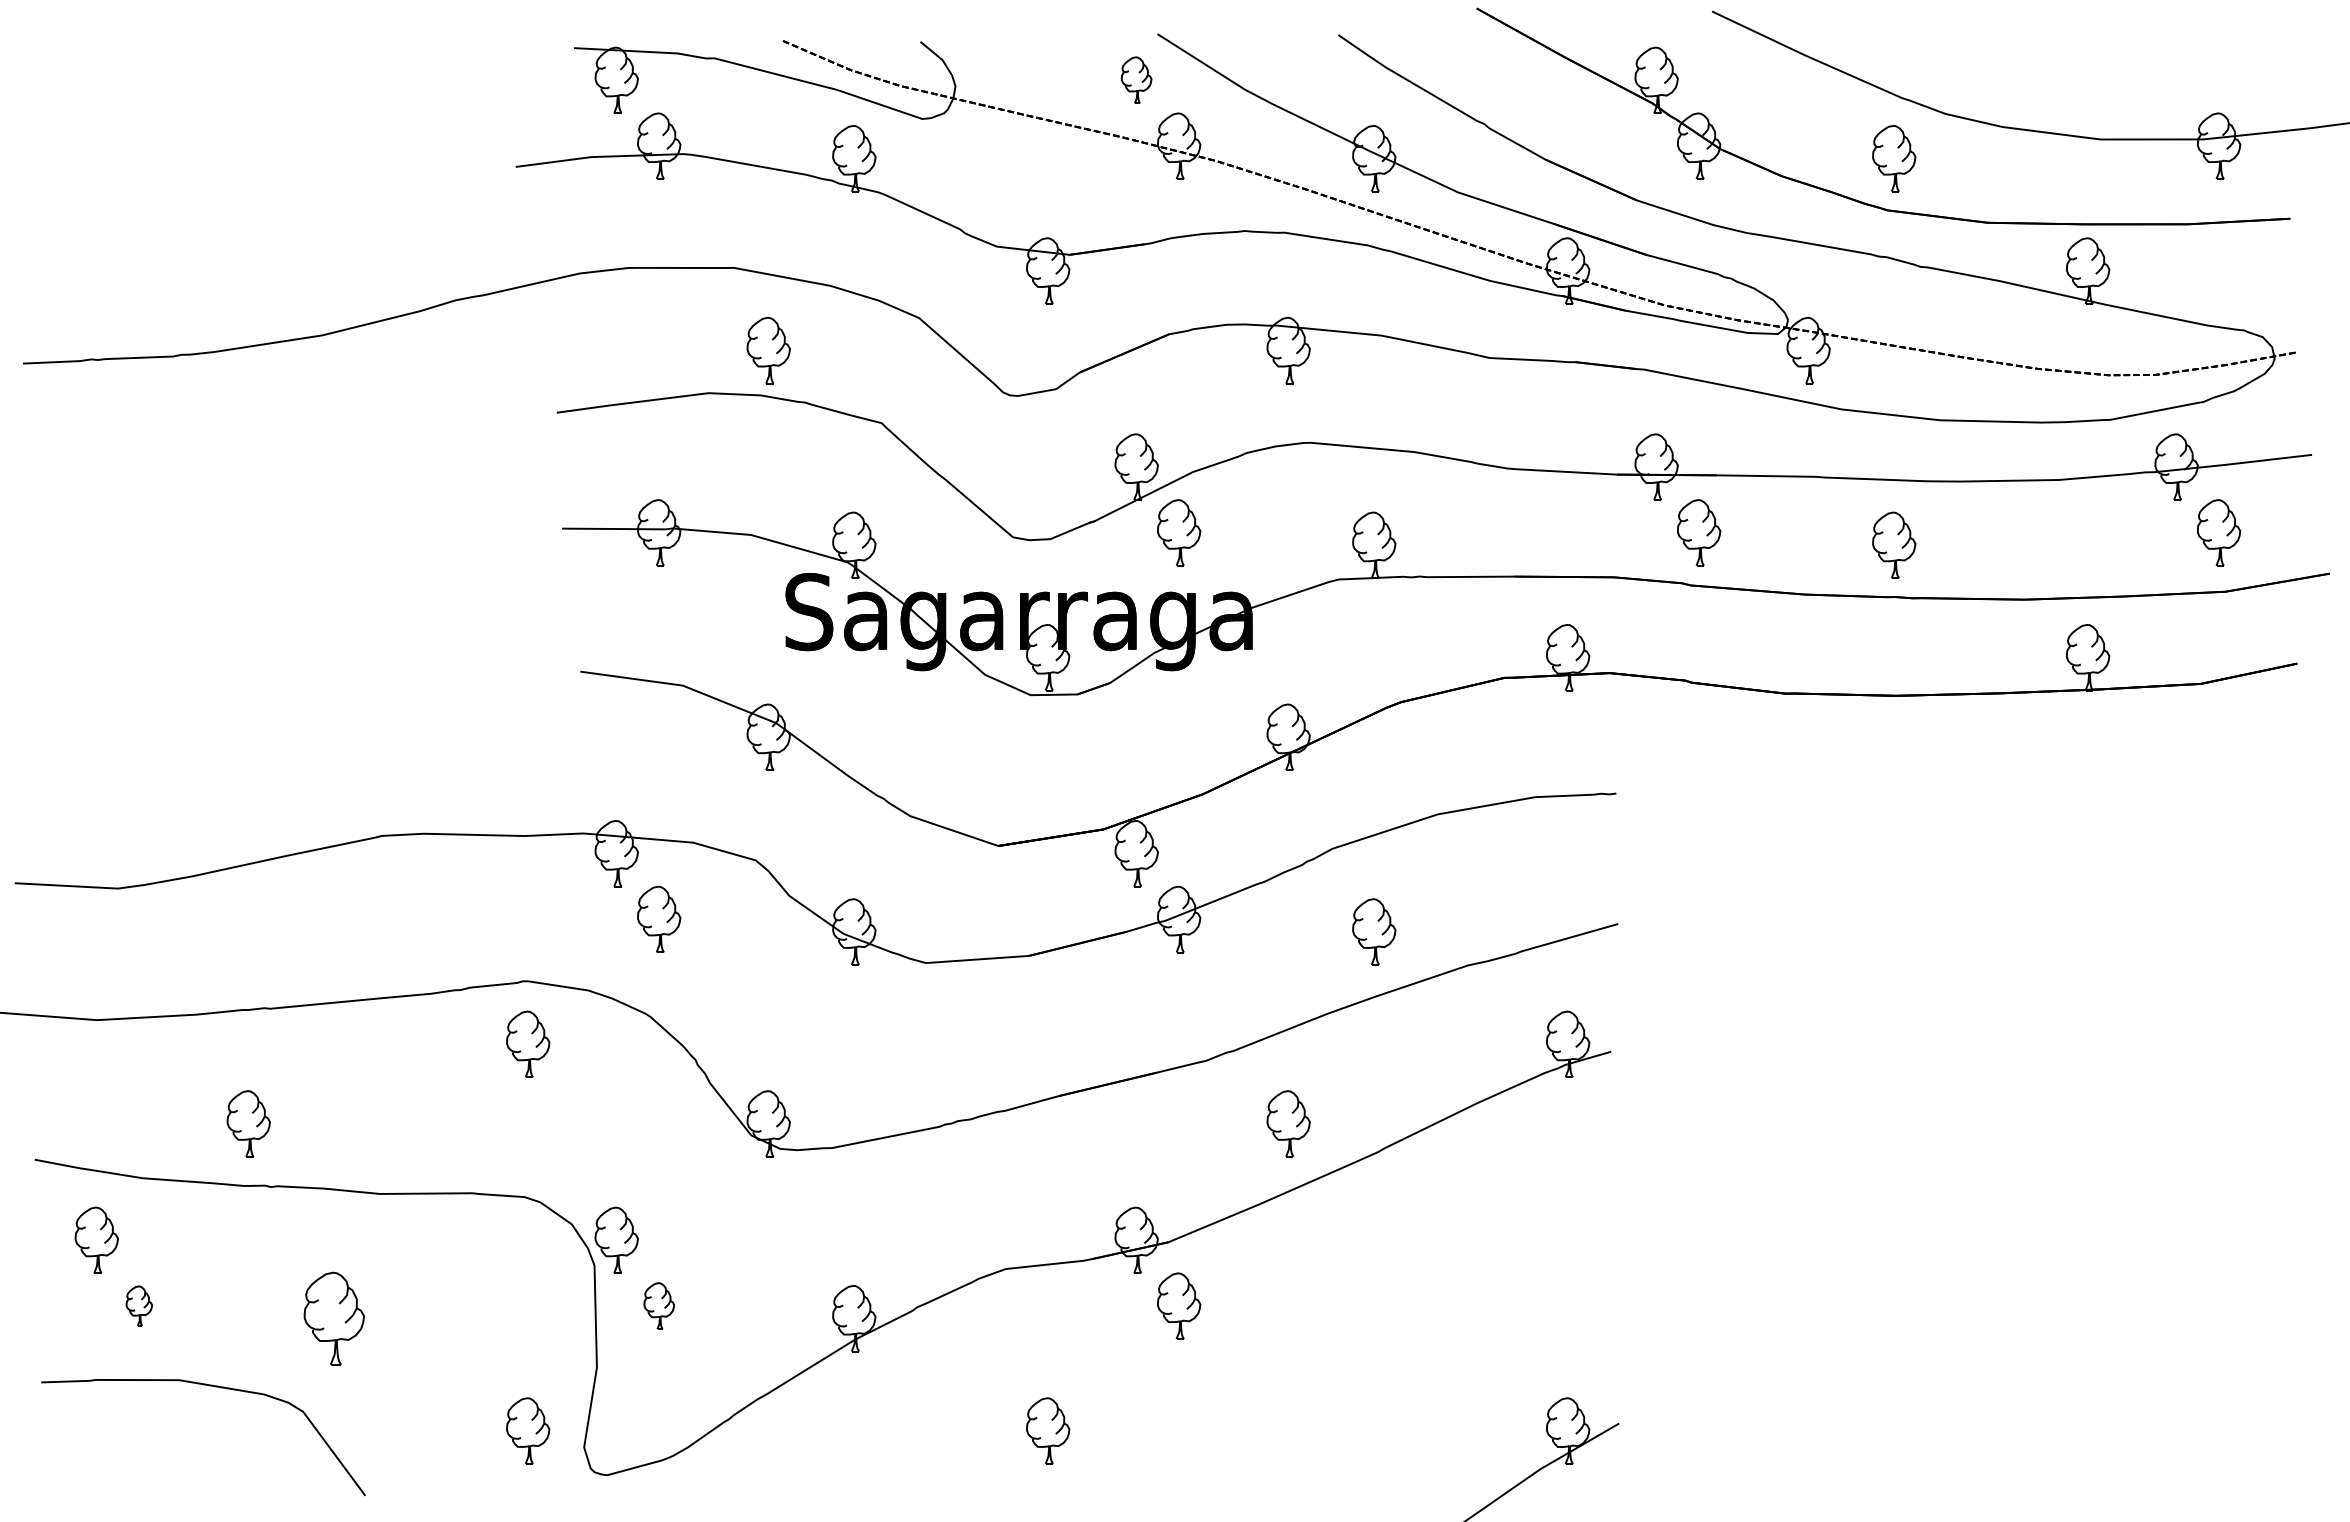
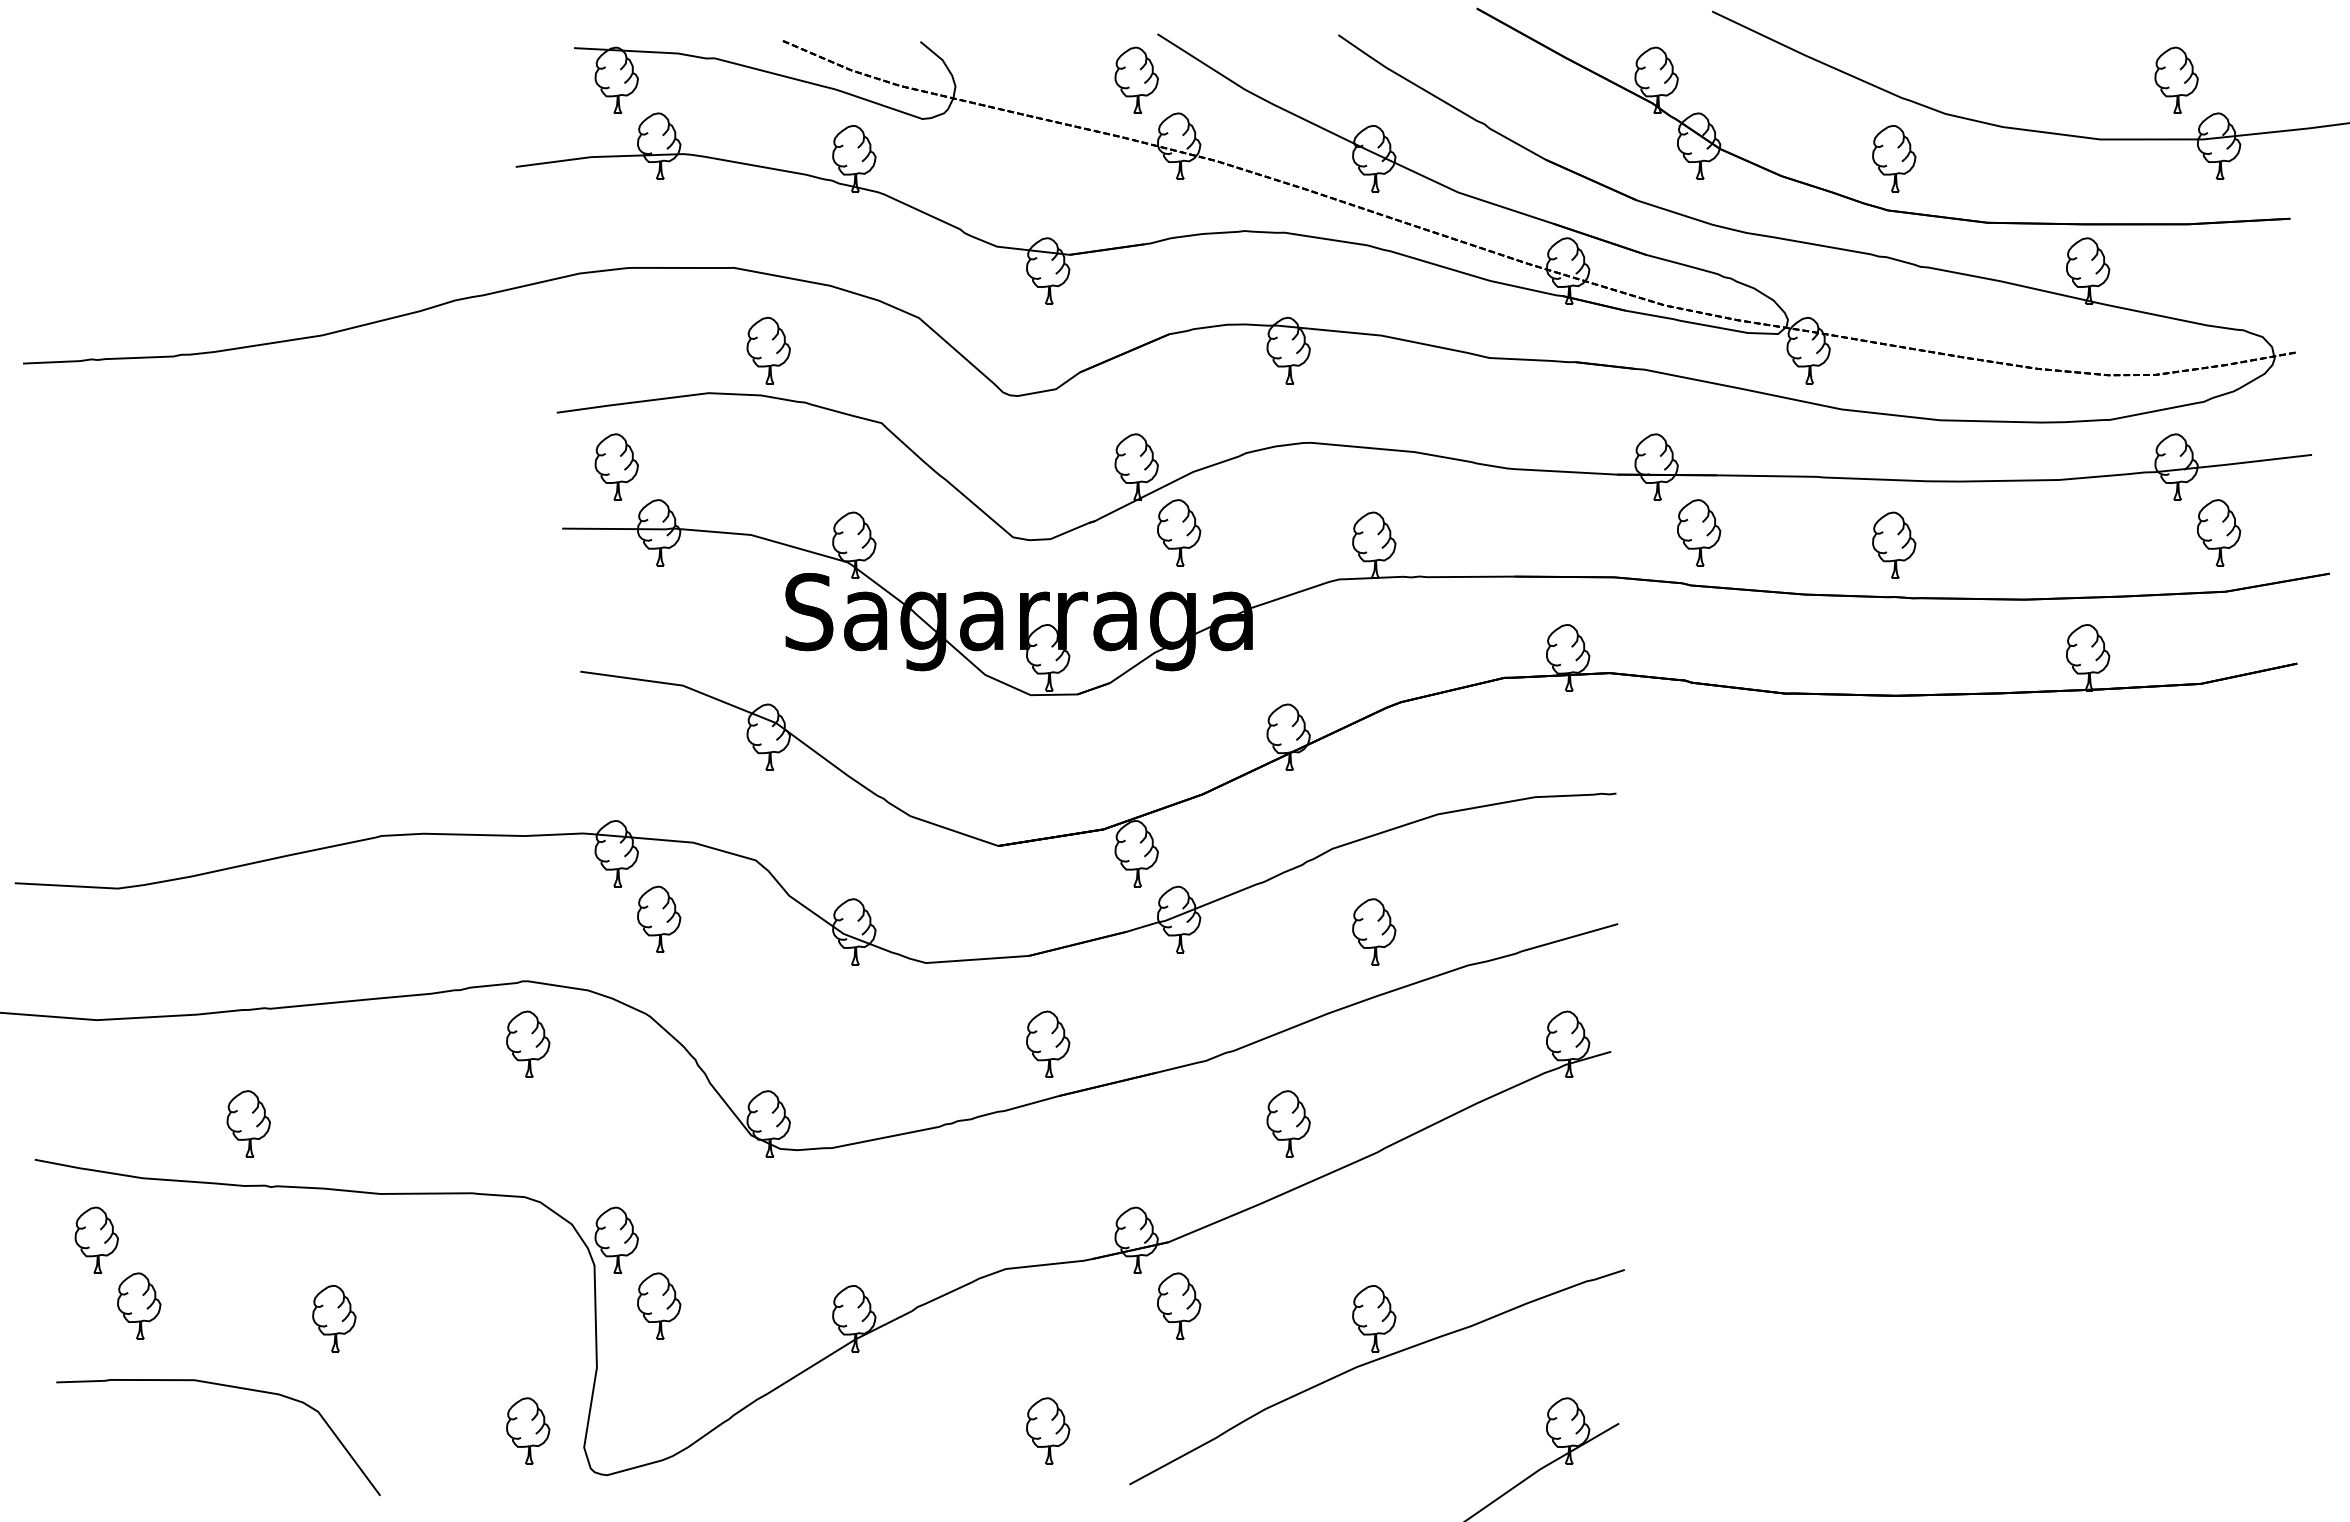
part at (1136, 79) size: 33x48 px -> 45x68 px
part at (2176, 79): none -> present
part at (616, 466): none -> present
part at (1048, 1043): none -> present
part at (138, 1305) size: 28x42 px -> 45x68 px
part at (658, 1305) size: 32x48 px -> 45x68 px
part at (333, 1318) size: 62x95 px -> 45x69 px
part at (1370, 1363): none -> present
curve at (209, 1386) position: (209, 1386) -> (224, 1386)
